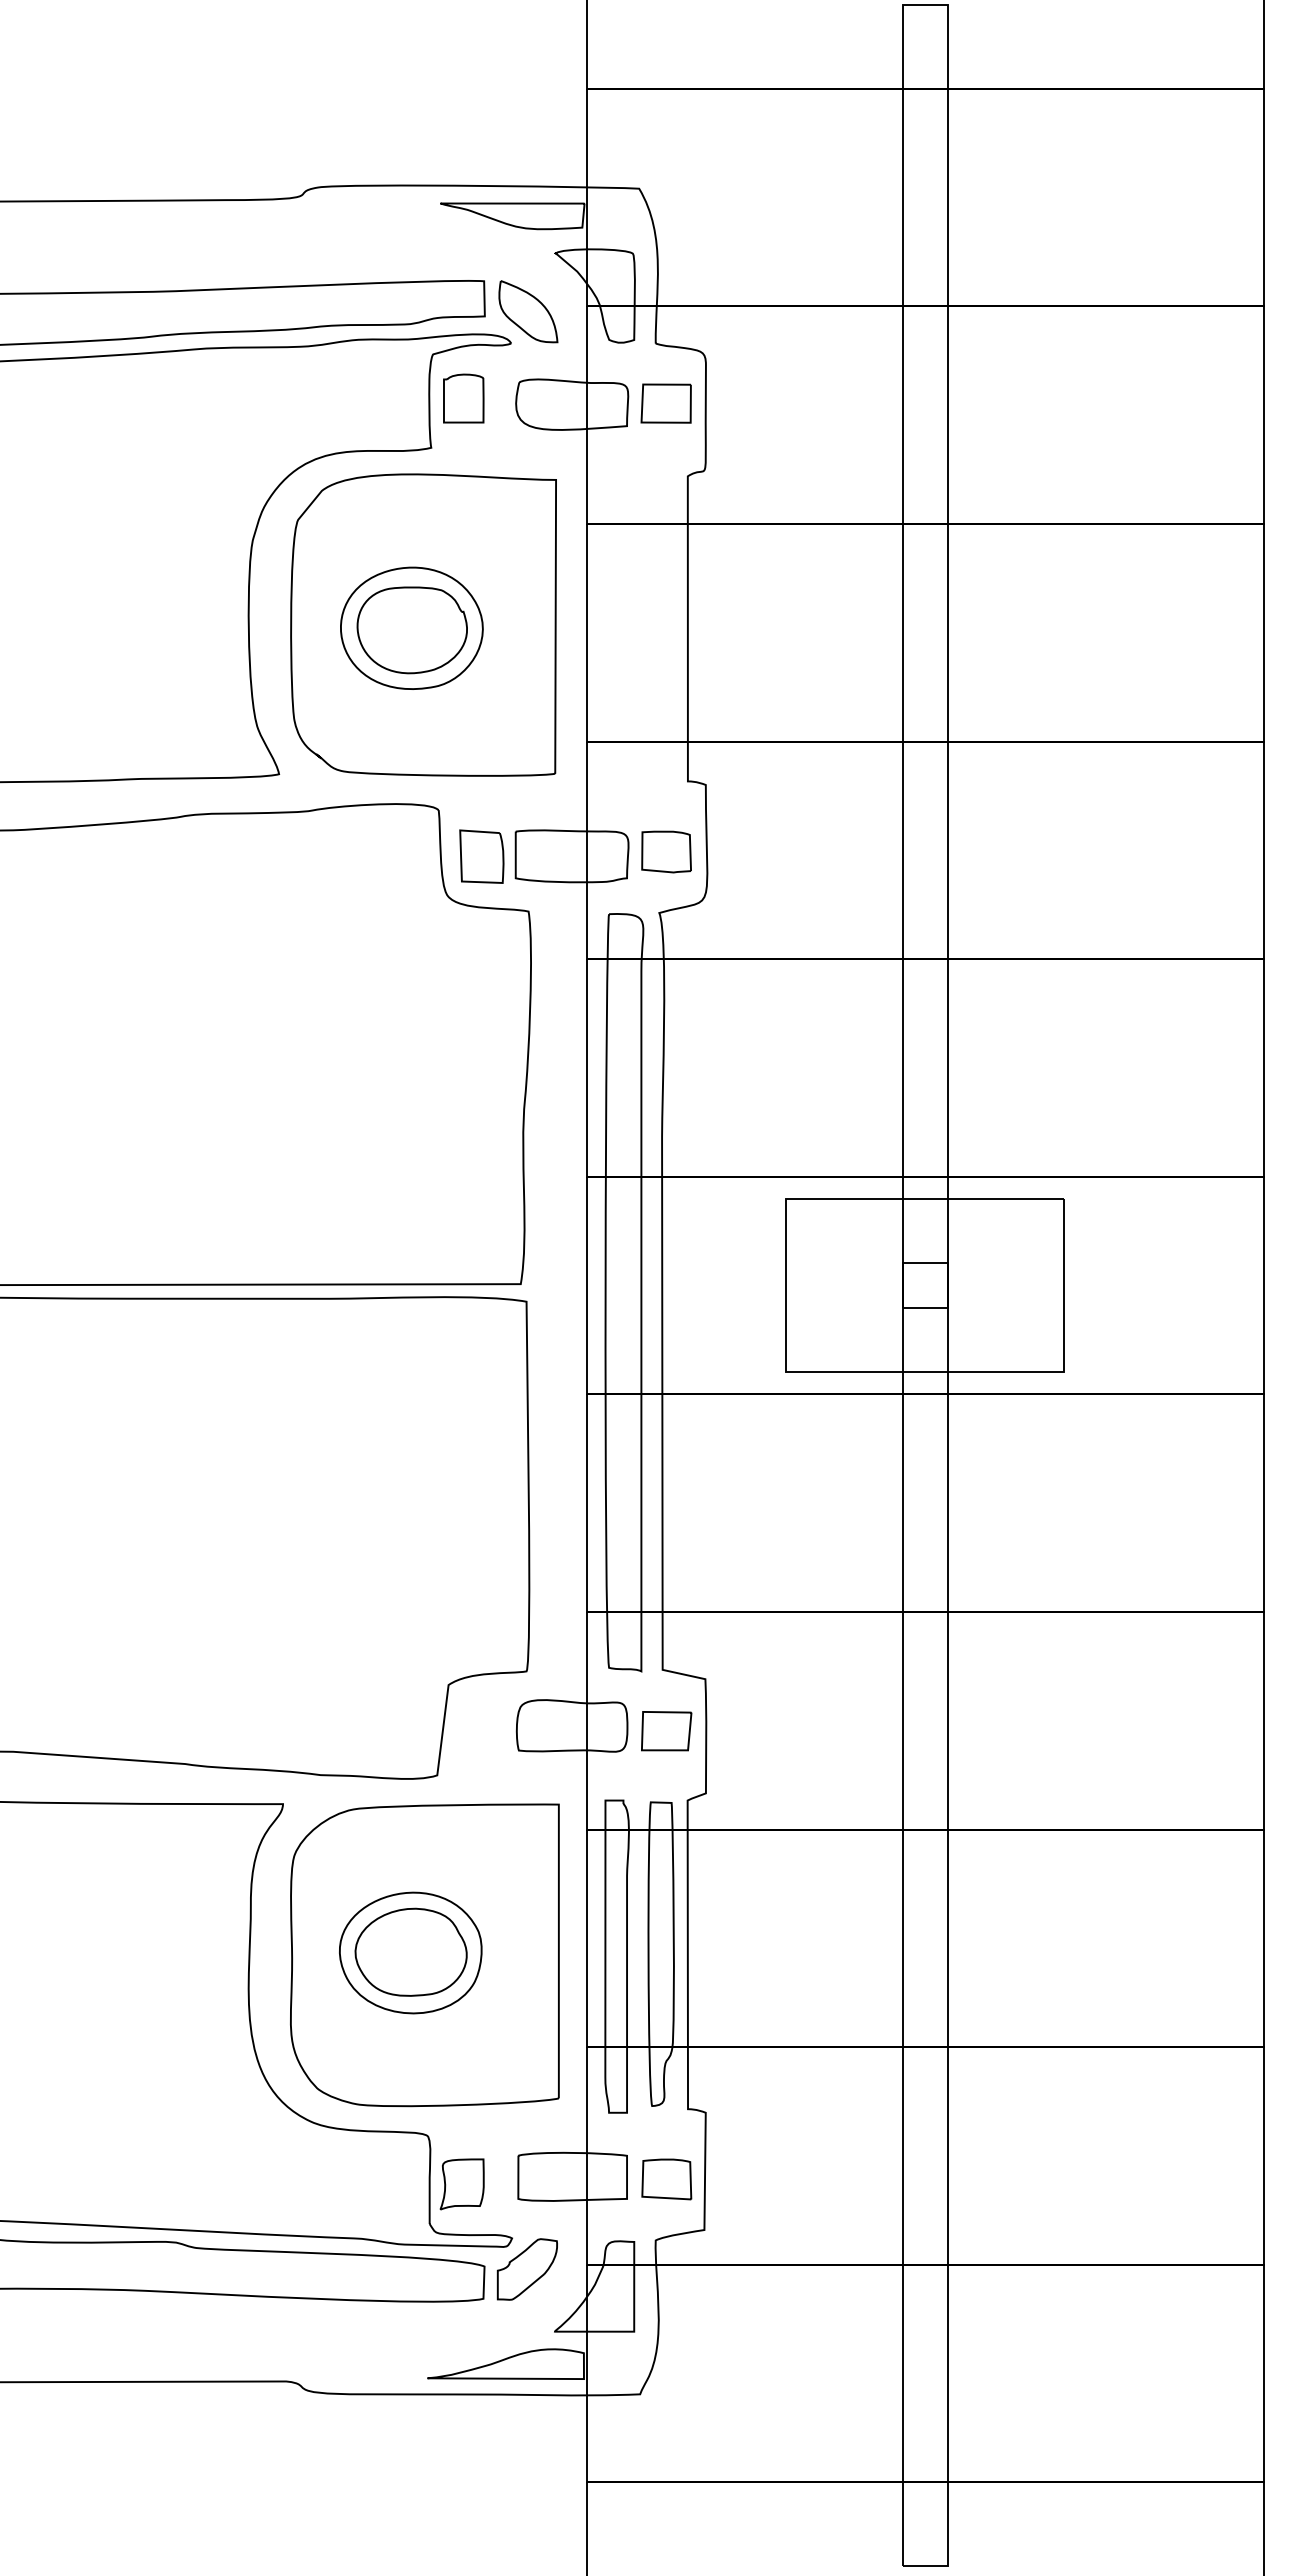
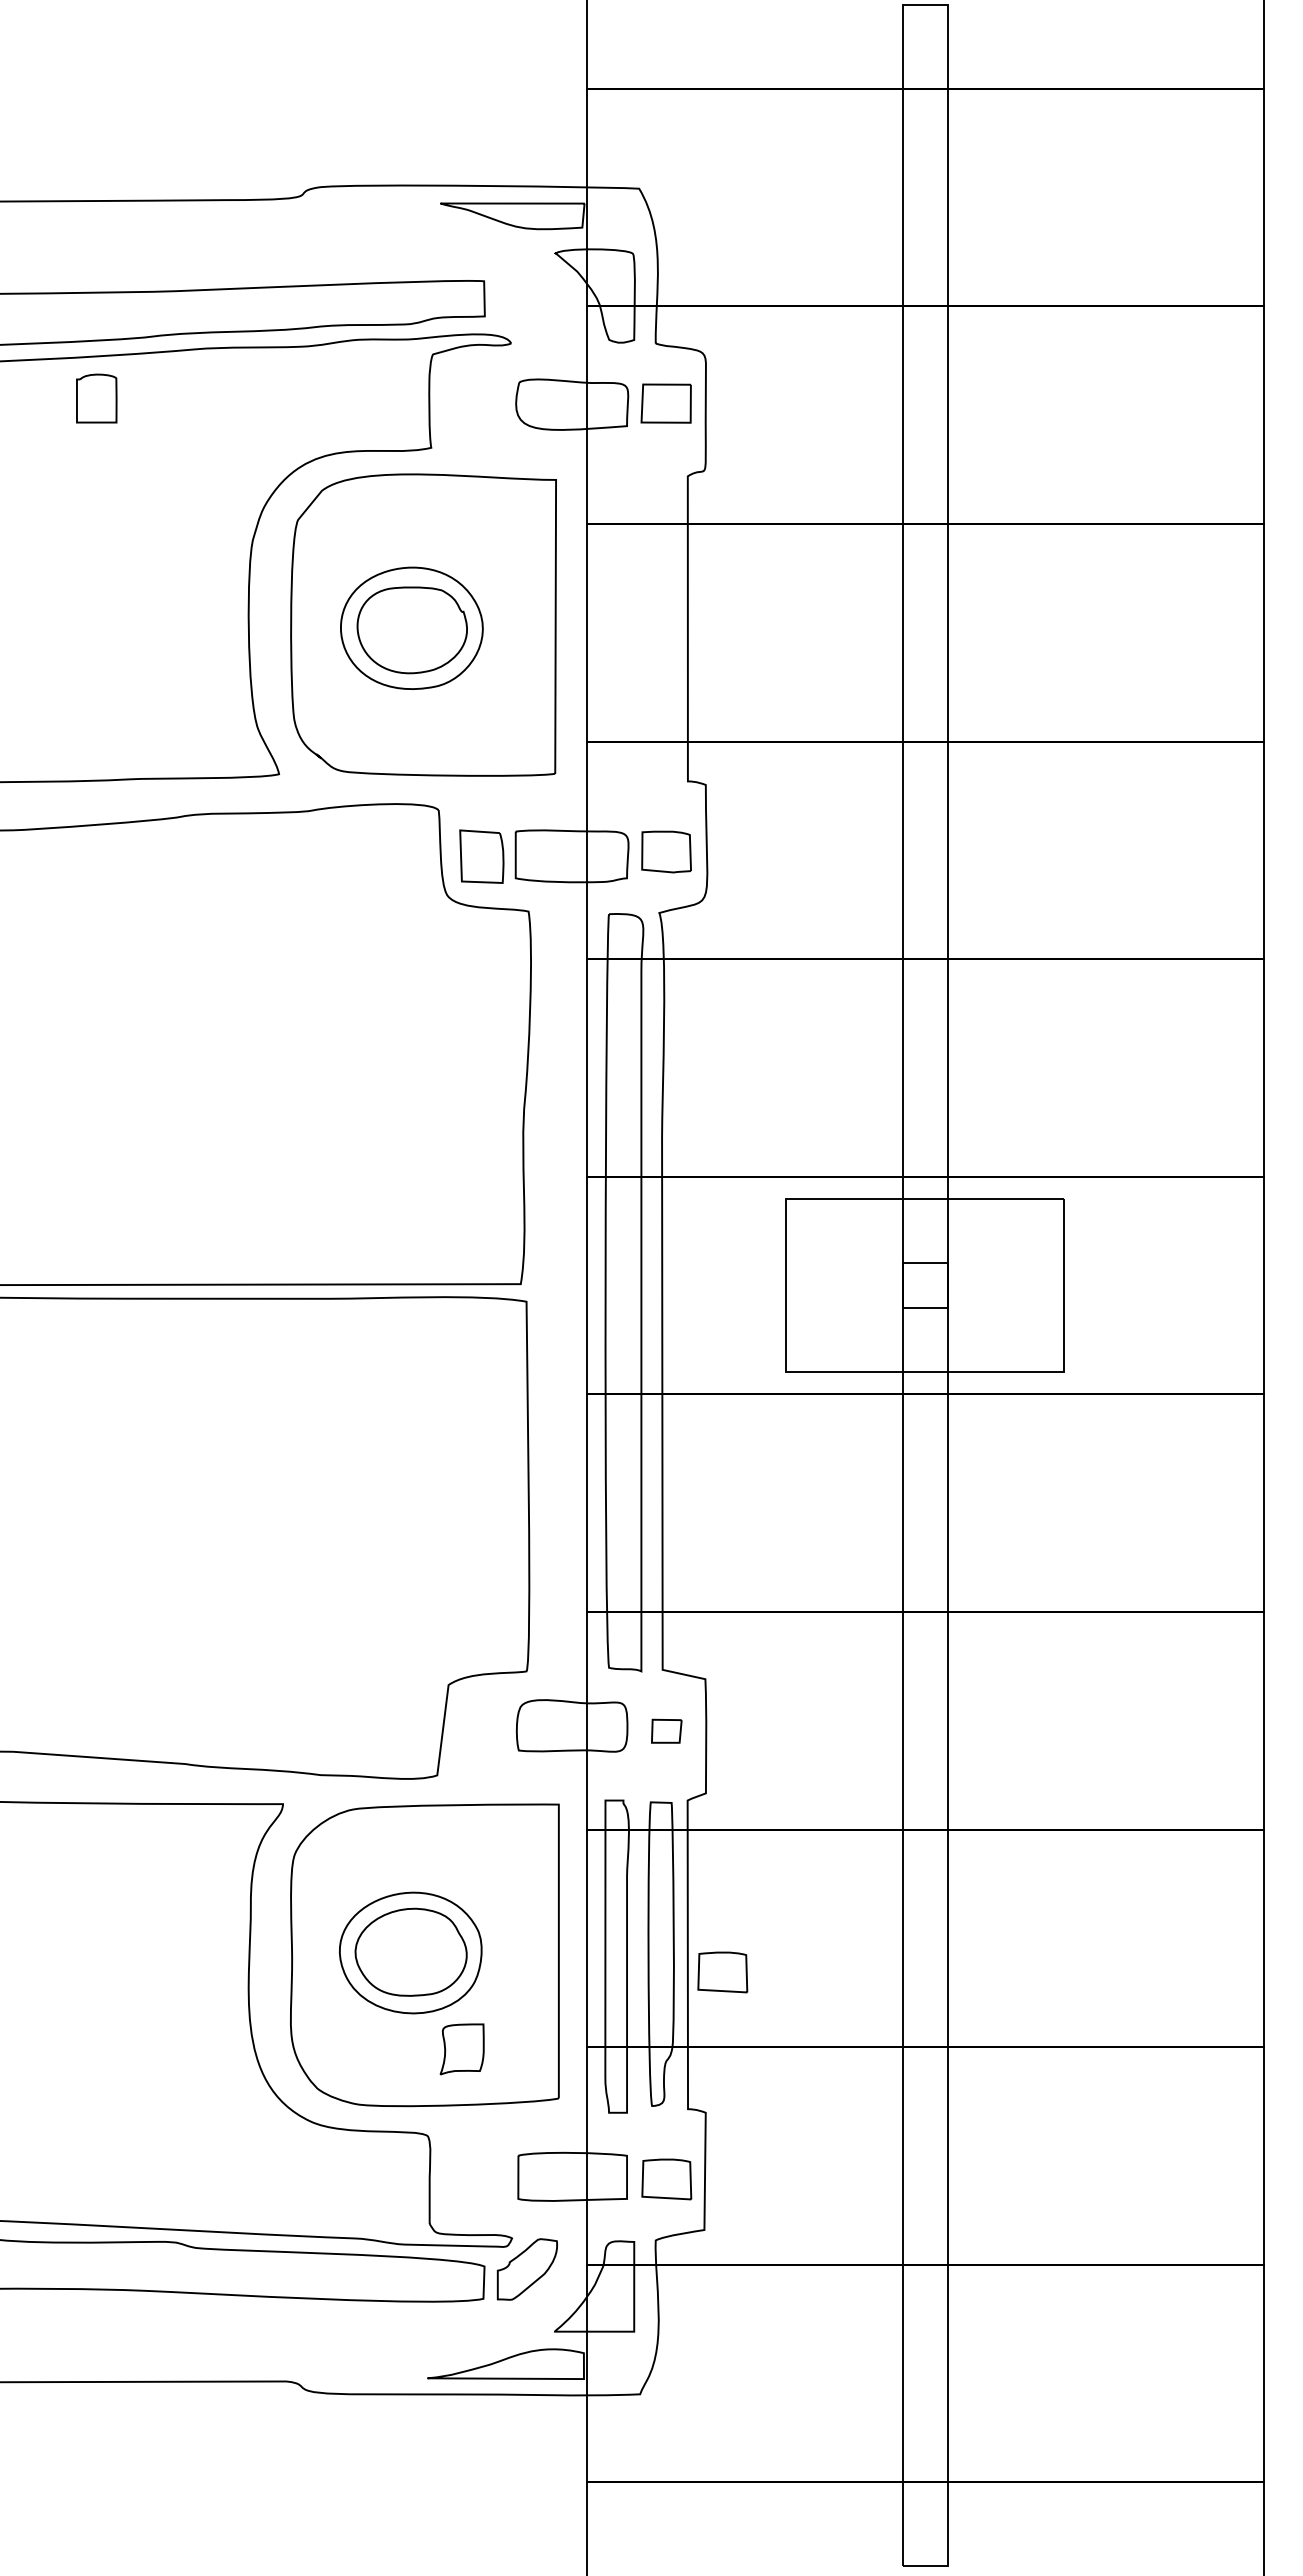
part at (528, 311): present -> none
part at (463, 398) position: (463, 398) -> (96, 398)
part at (666, 1731) size: 52x41 px -> 32x26 px
part at (722, 1972): none -> present
part at (461, 2184) position: (461, 2184) -> (461, 2049)
